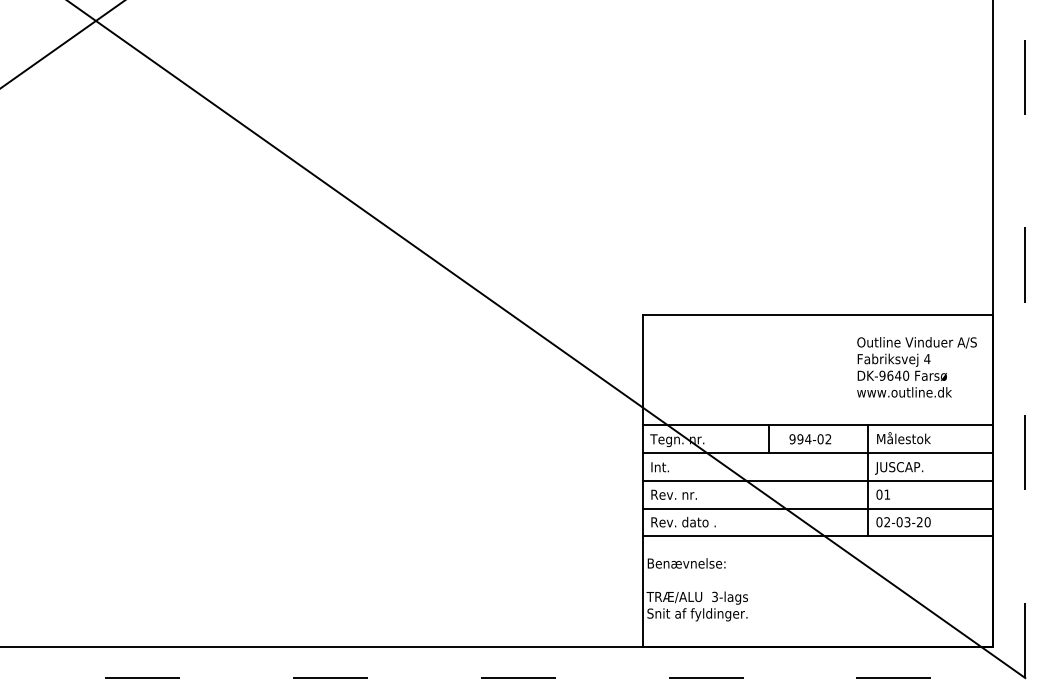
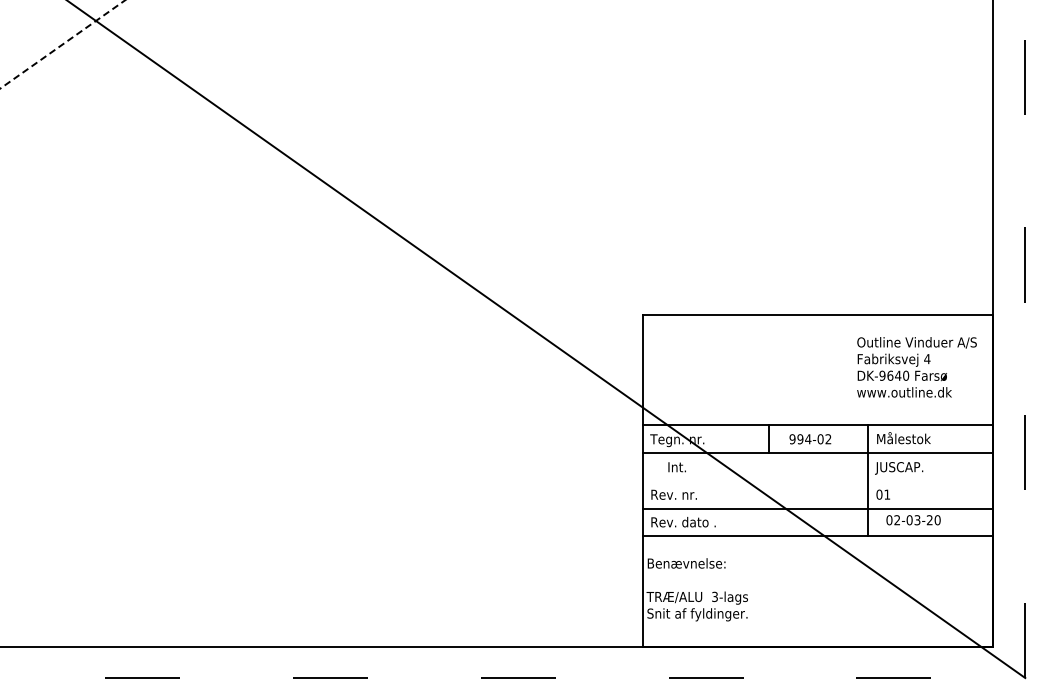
line at (62, 44): solid -> dashed
text at (659, 467) position: (659, 467) -> (676, 467)
line at (817, 480): present -> none
text at (903, 522) position: (903, 522) -> (913, 520)
